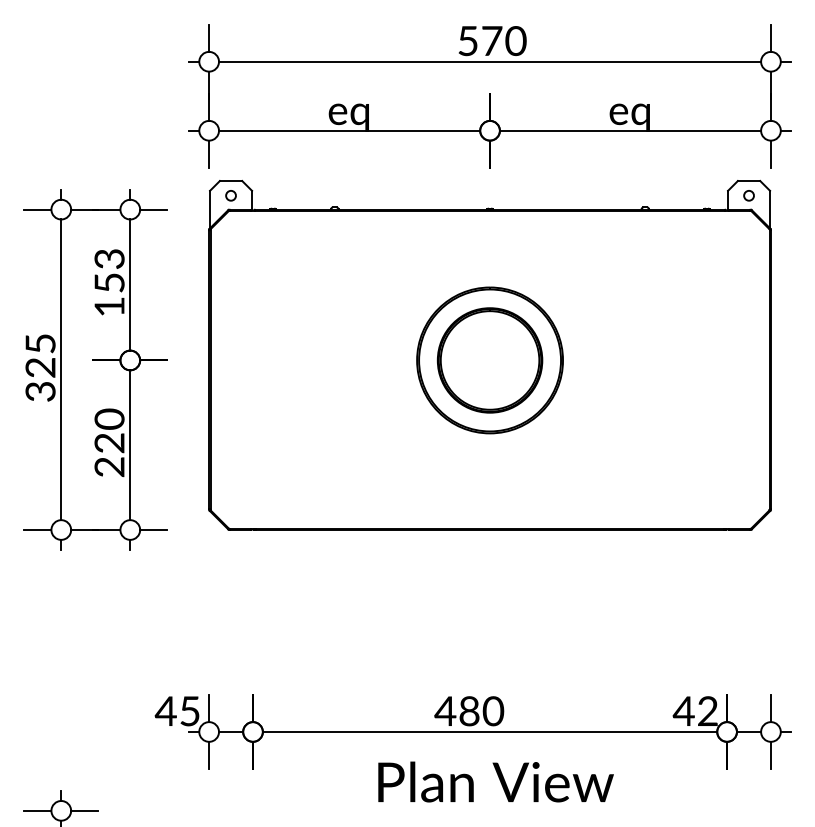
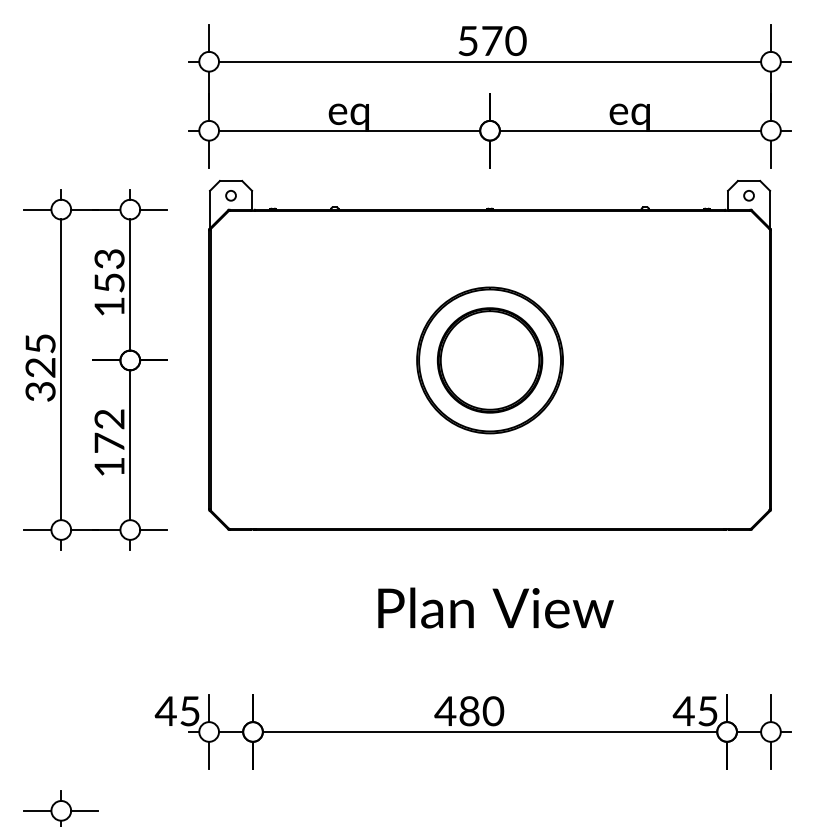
text at (109, 442): 220 -> 172
text at (707, 711): 42 -> 45
text at (495, 781) position: (495, 781) -> (495, 607)
